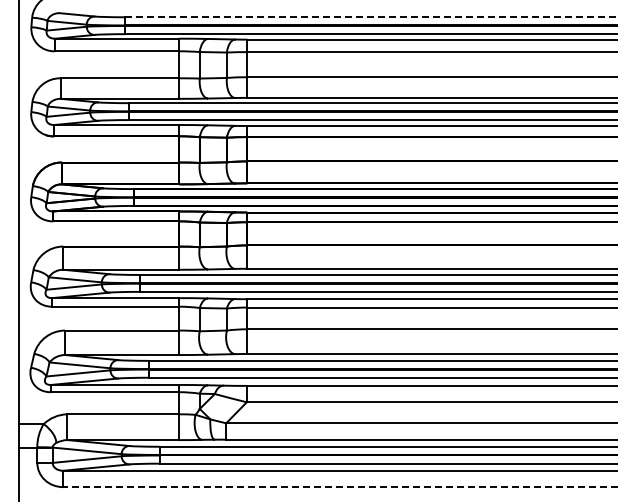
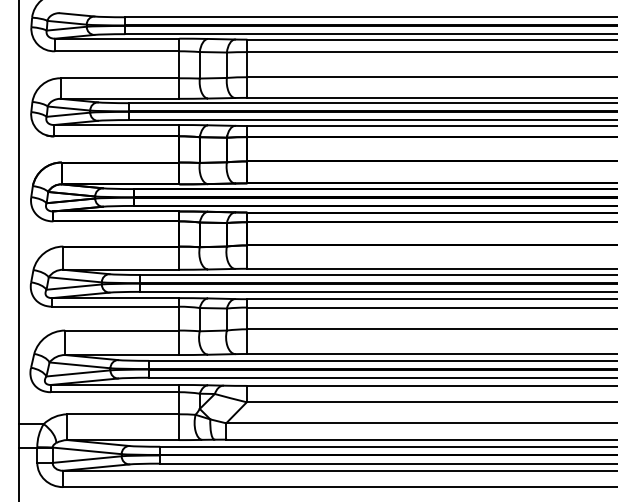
line at (371, 17): dashed -> solid
line at (339, 487): dashed -> solid
